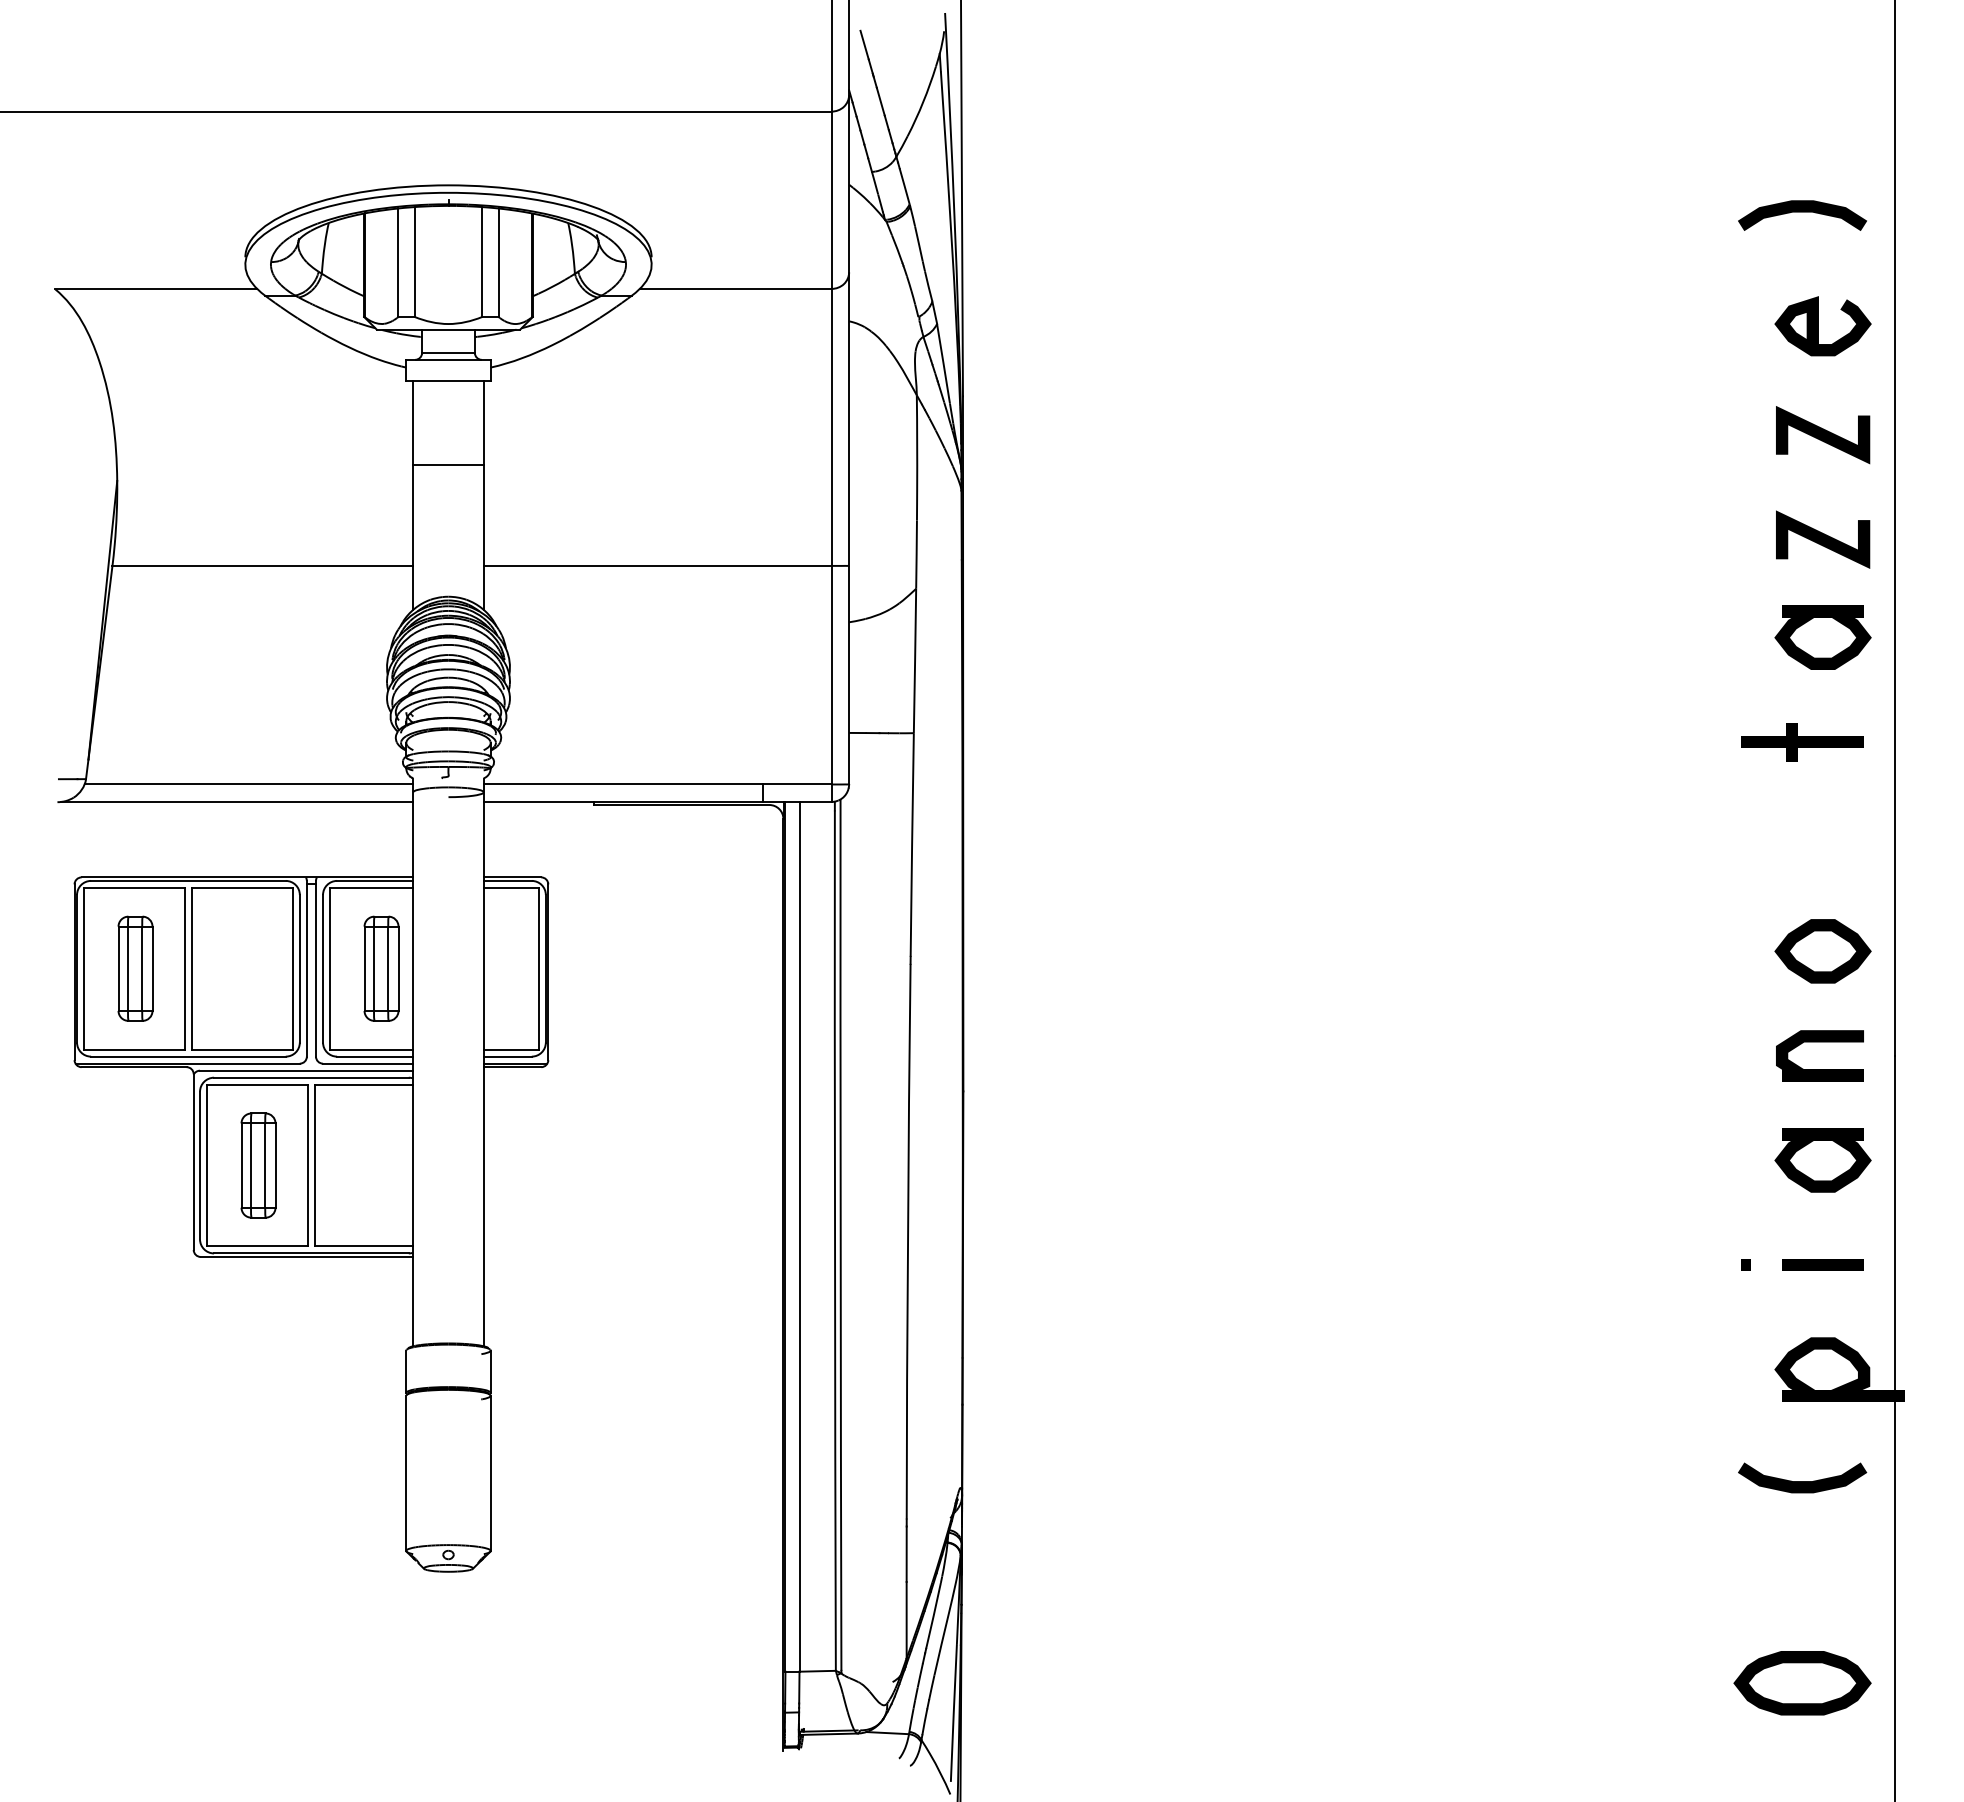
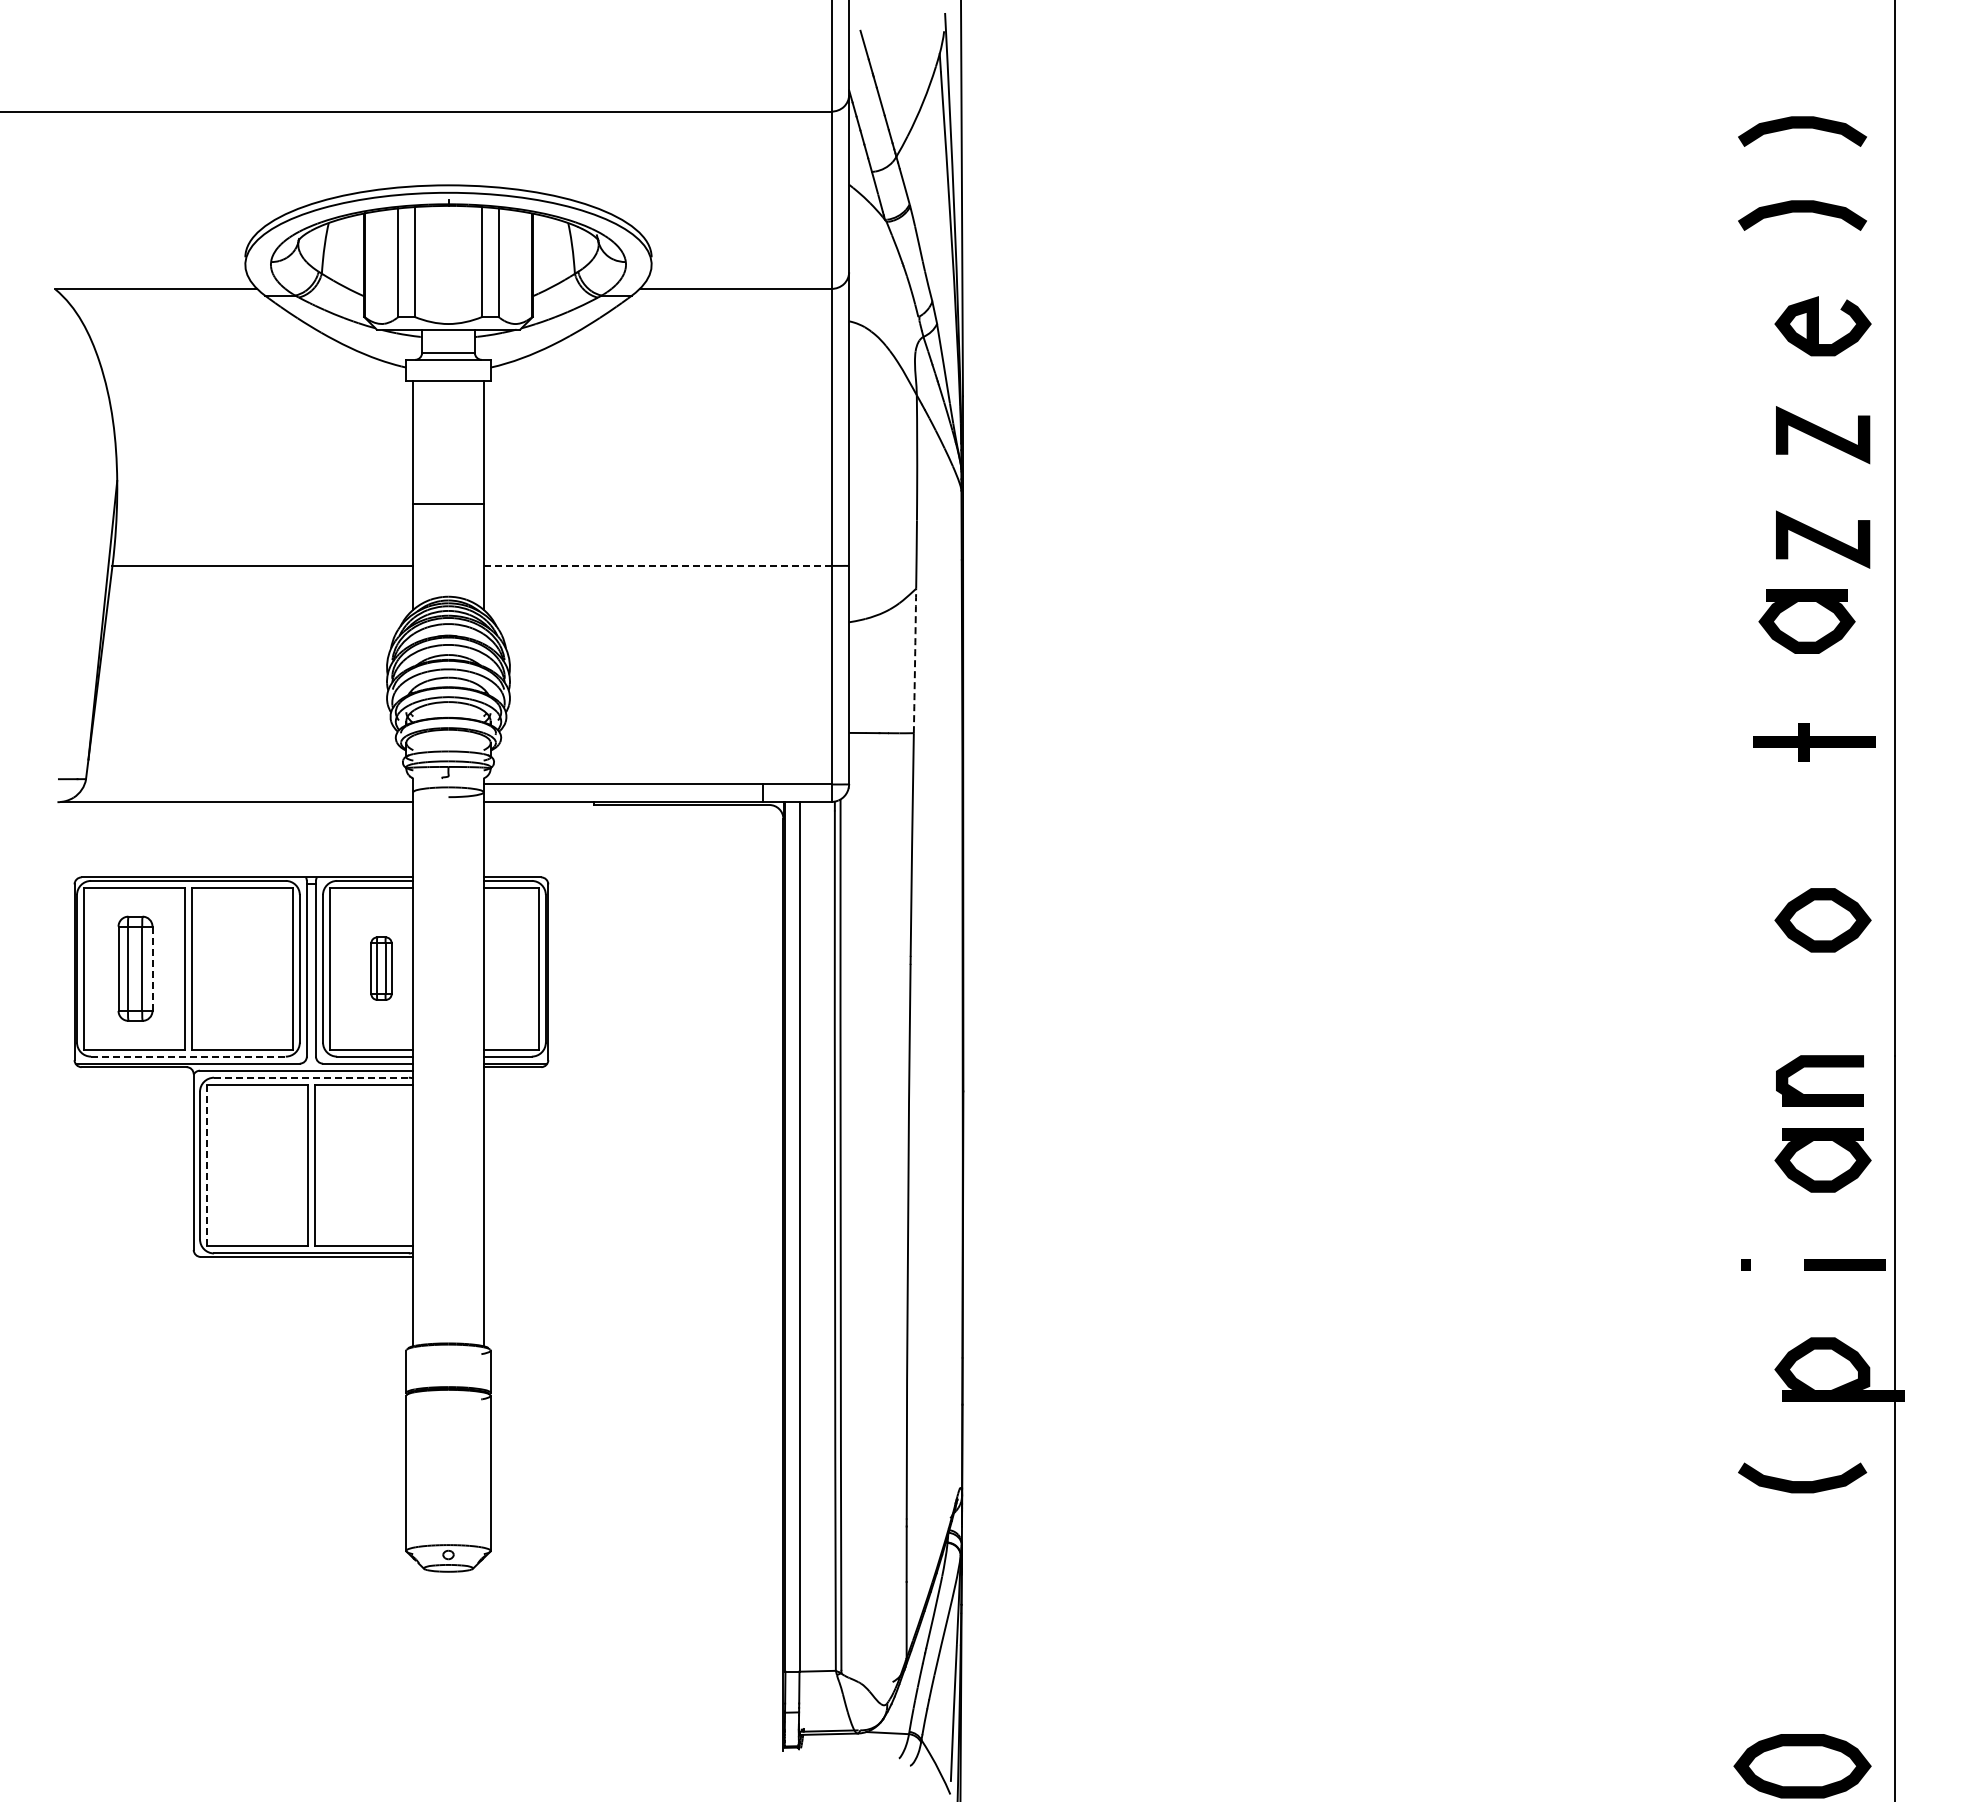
curve at (1802, 128): none -> present
line at (448, 465) position: (448, 465) -> (448, 504)
line at (657, 565): solid -> dashed
part at (1822, 637) position: (1822, 637) -> (1806, 621)
arc at (915, 660): solid -> dashed
part at (1802, 742) position: (1802, 742) -> (1814, 742)
line at (248, 784): present -> none
part at (1822, 951) position: (1822, 951) -> (1822, 920)
line at (152, 968): solid -> dashed
part at (381, 968) size: 37x107 px -> 23x65 px
part at (1819, 1042) position: (1819, 1042) -> (1819, 1067)
line at (188, 1056): solid -> dashed
line at (311, 1077): solid -> dashed
line at (207, 1165): solid -> dashed
part at (258, 1165): present -> none
line at (1822, 1264) position: (1822, 1264) -> (1844, 1264)
part at (1802, 1683) position: (1802, 1683) -> (1802, 1766)
